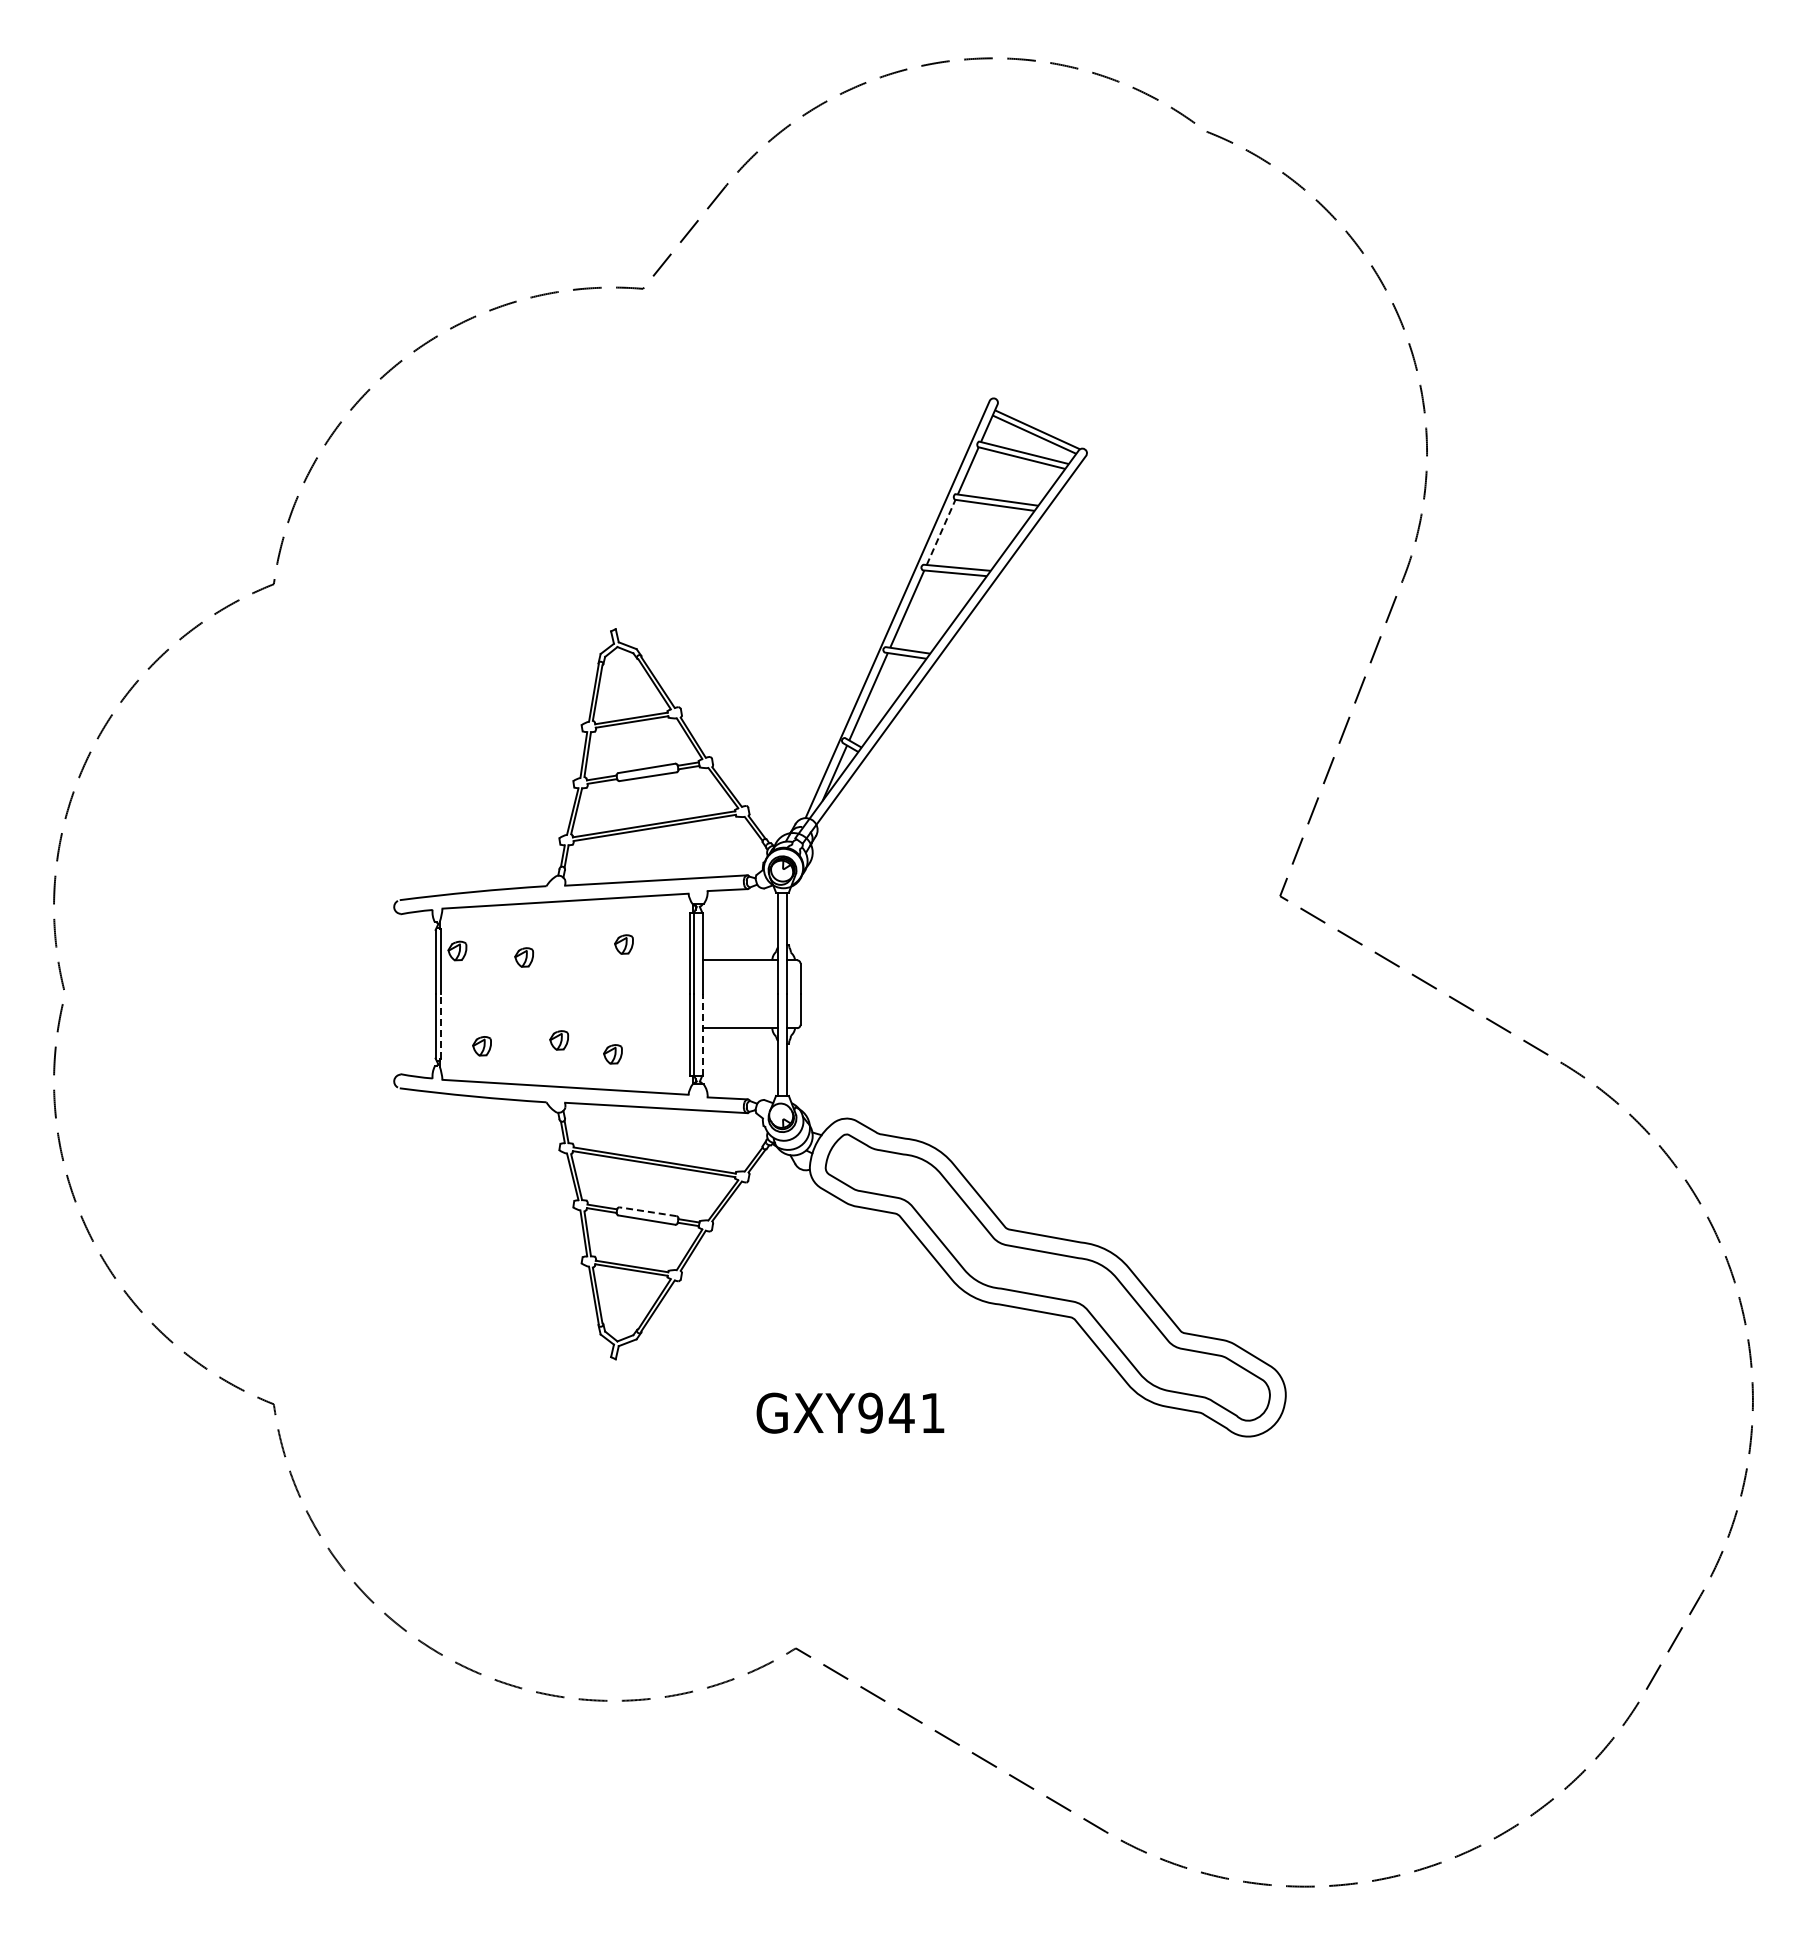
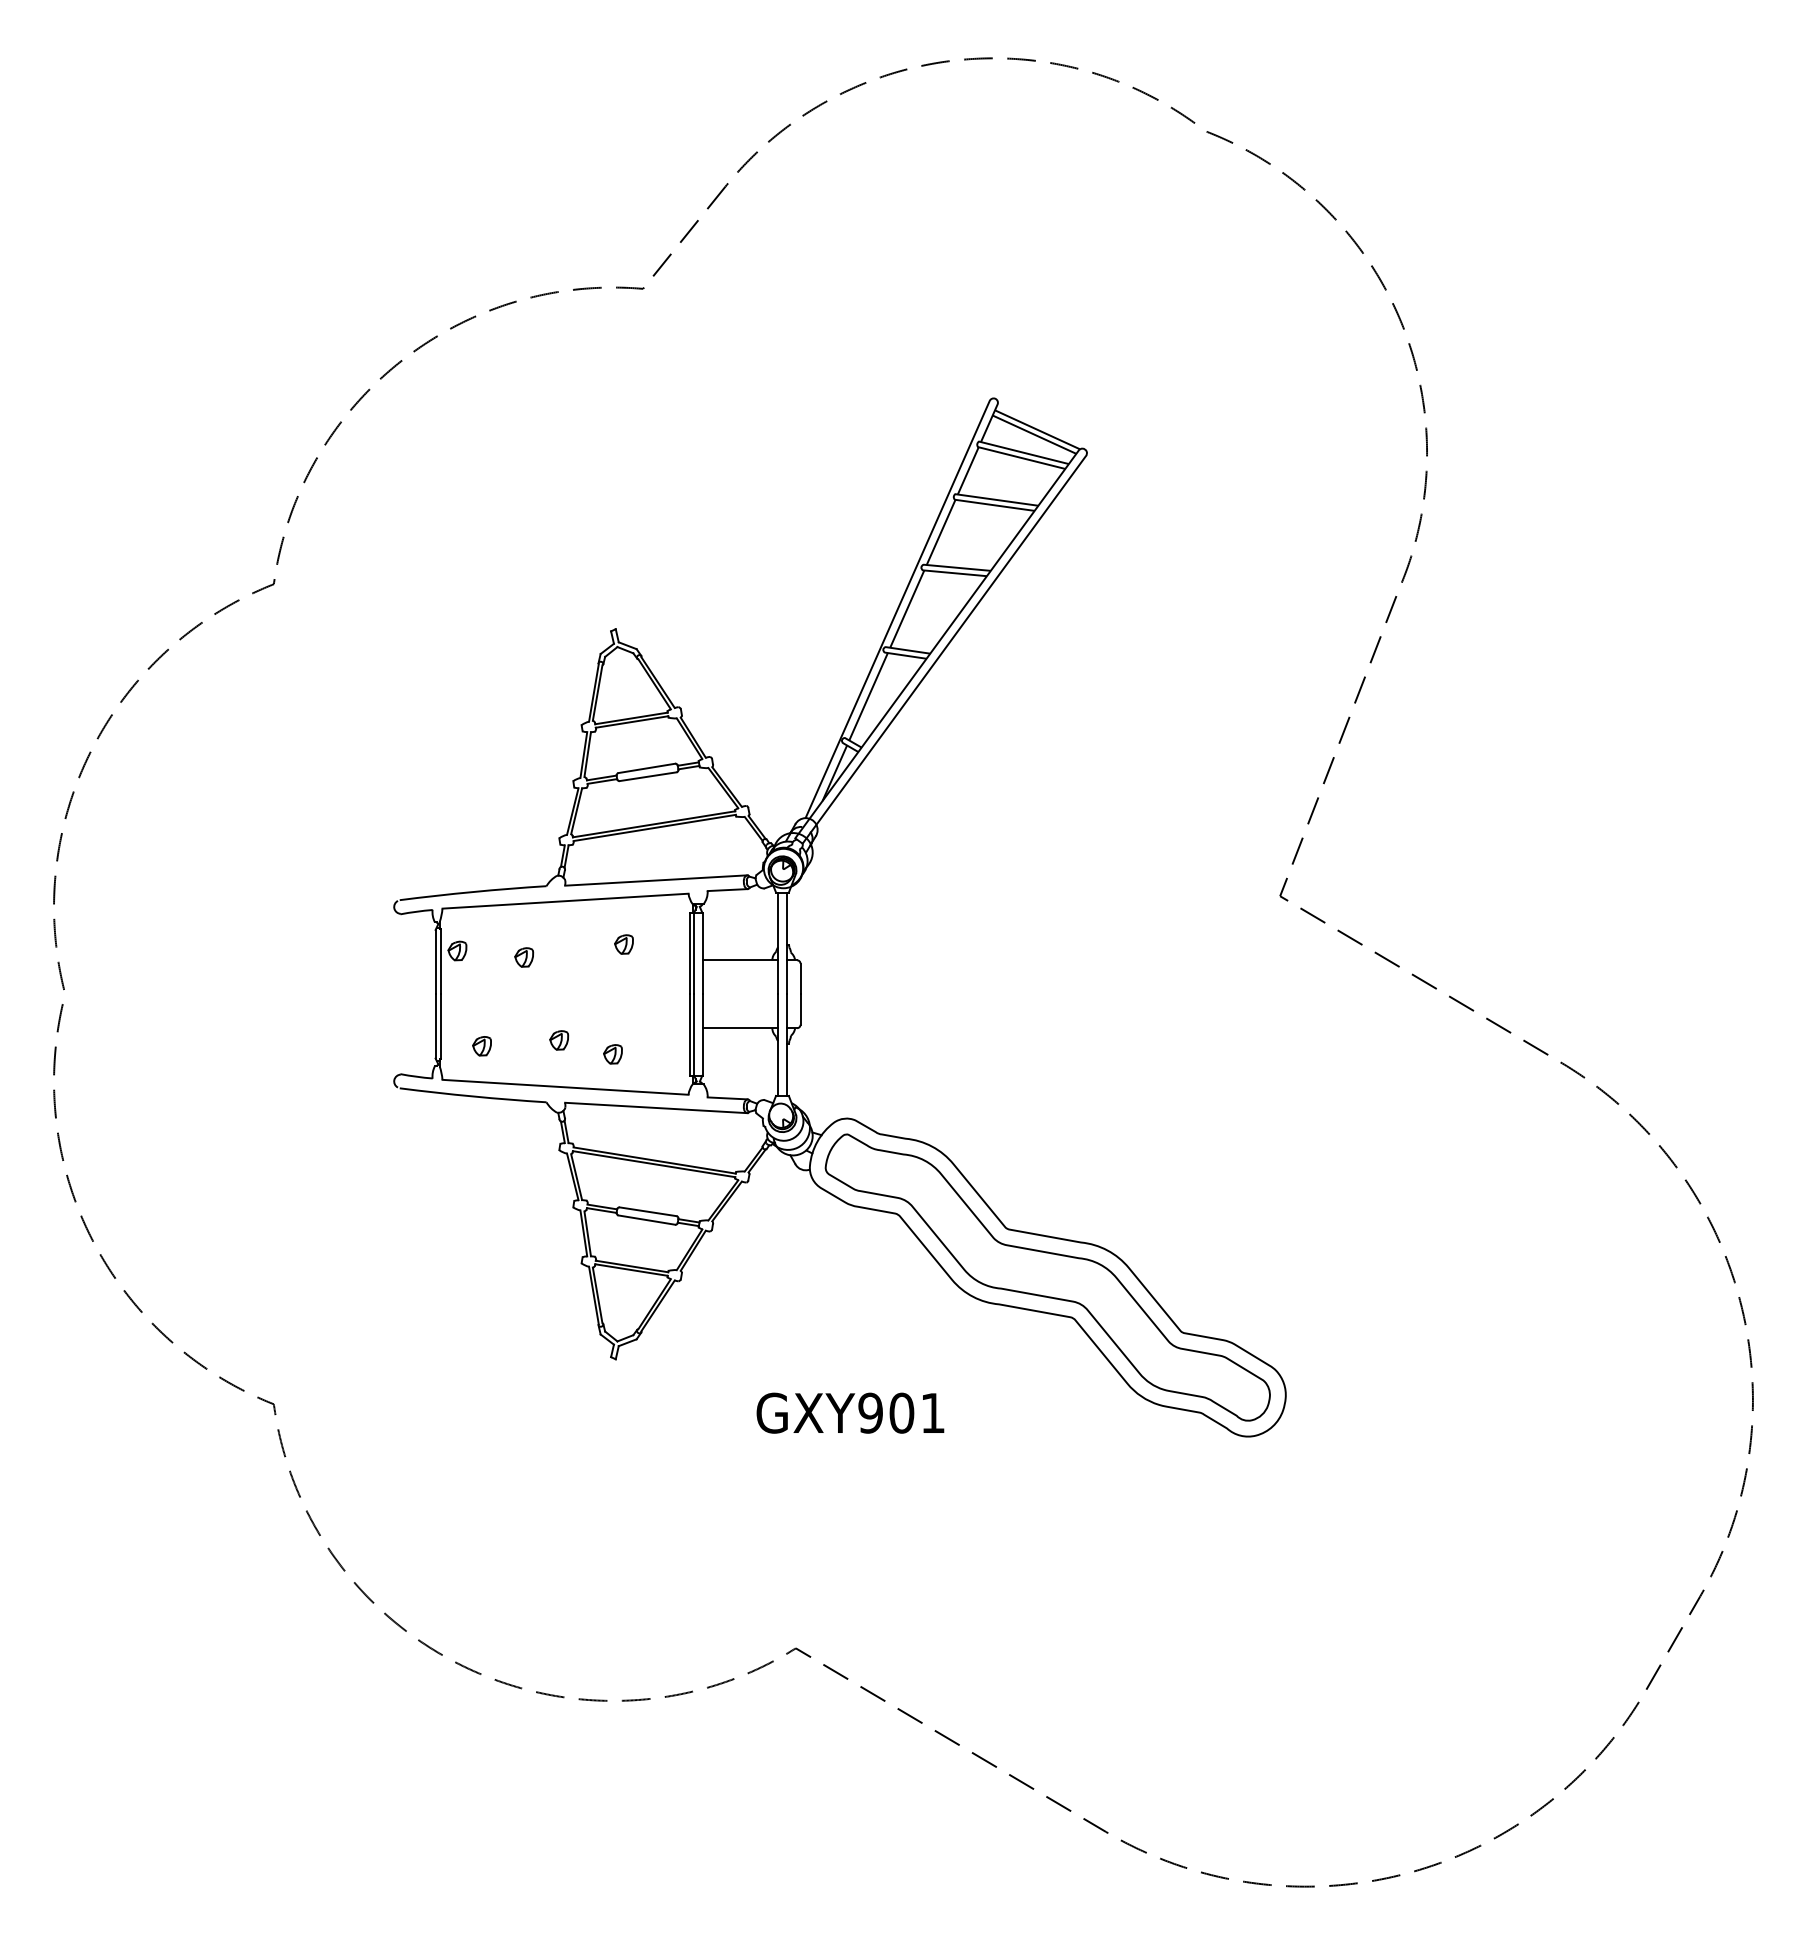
line at (941, 532): dashed -> solid
line at (441, 1026): dashed -> solid
line at (702, 1035): dashed -> solid
line at (648, 1211): dashed -> solid
text at (901, 1412): GXY941 -> GXY901
